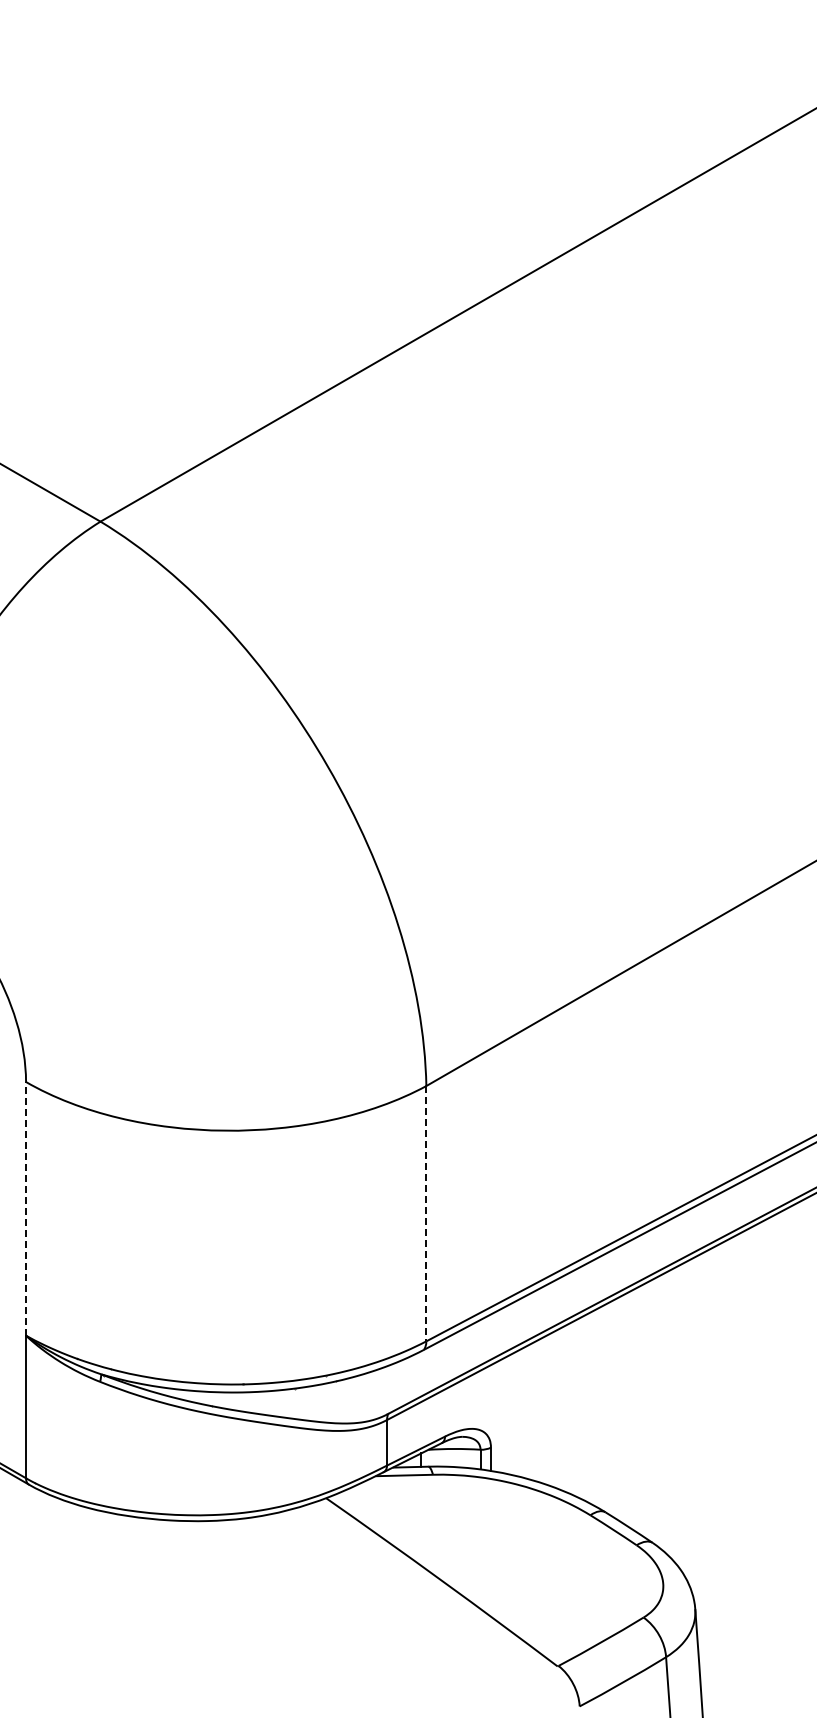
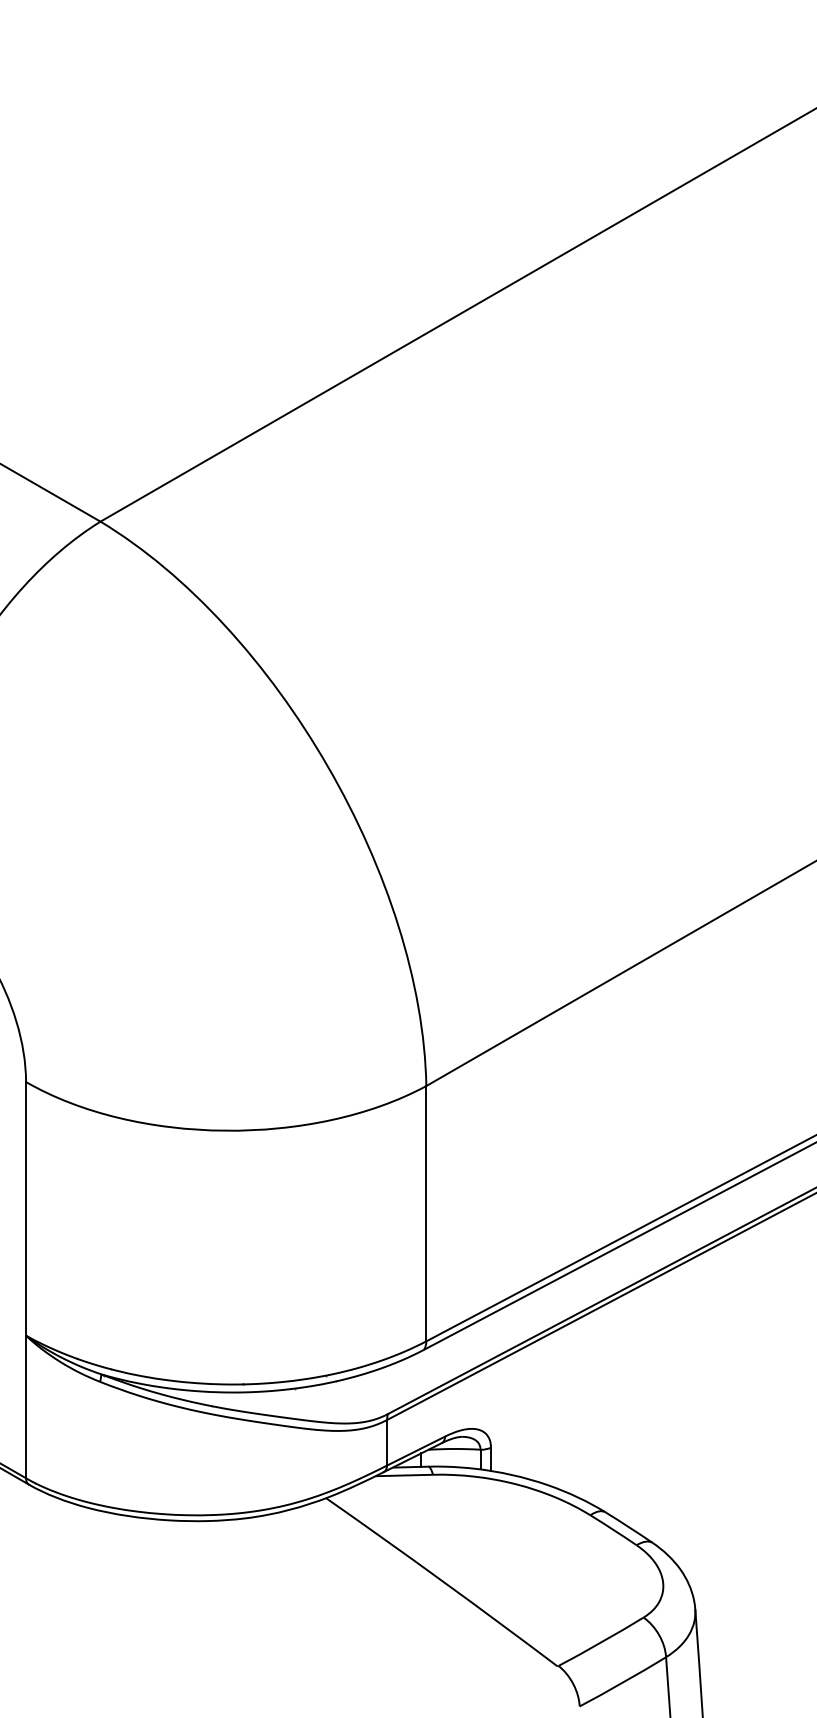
line at (26, 1208): dashed -> solid
line at (426, 1213): dashed -> solid
